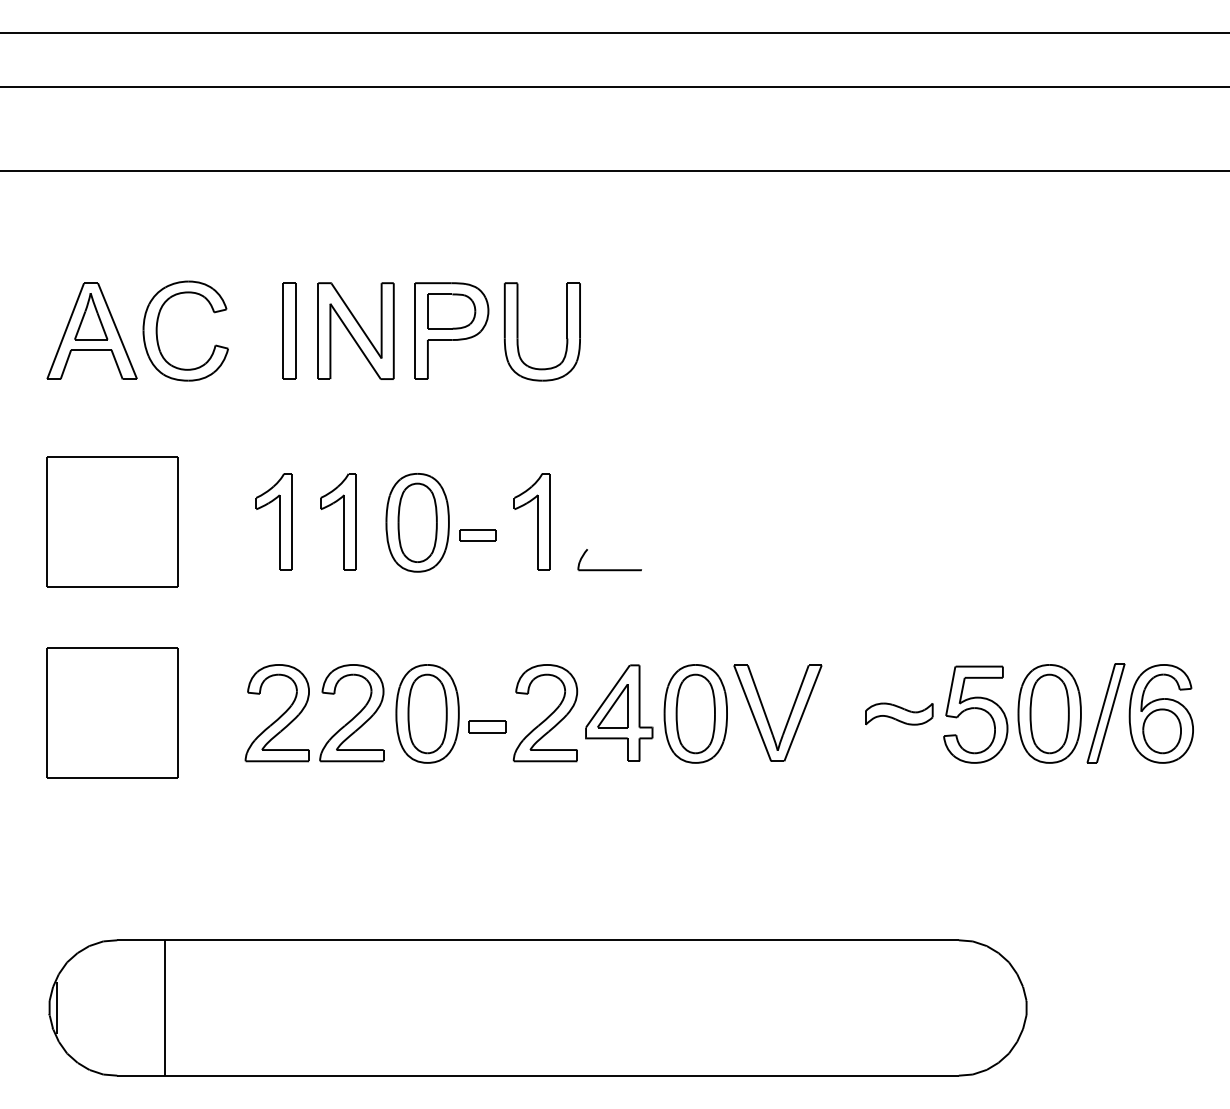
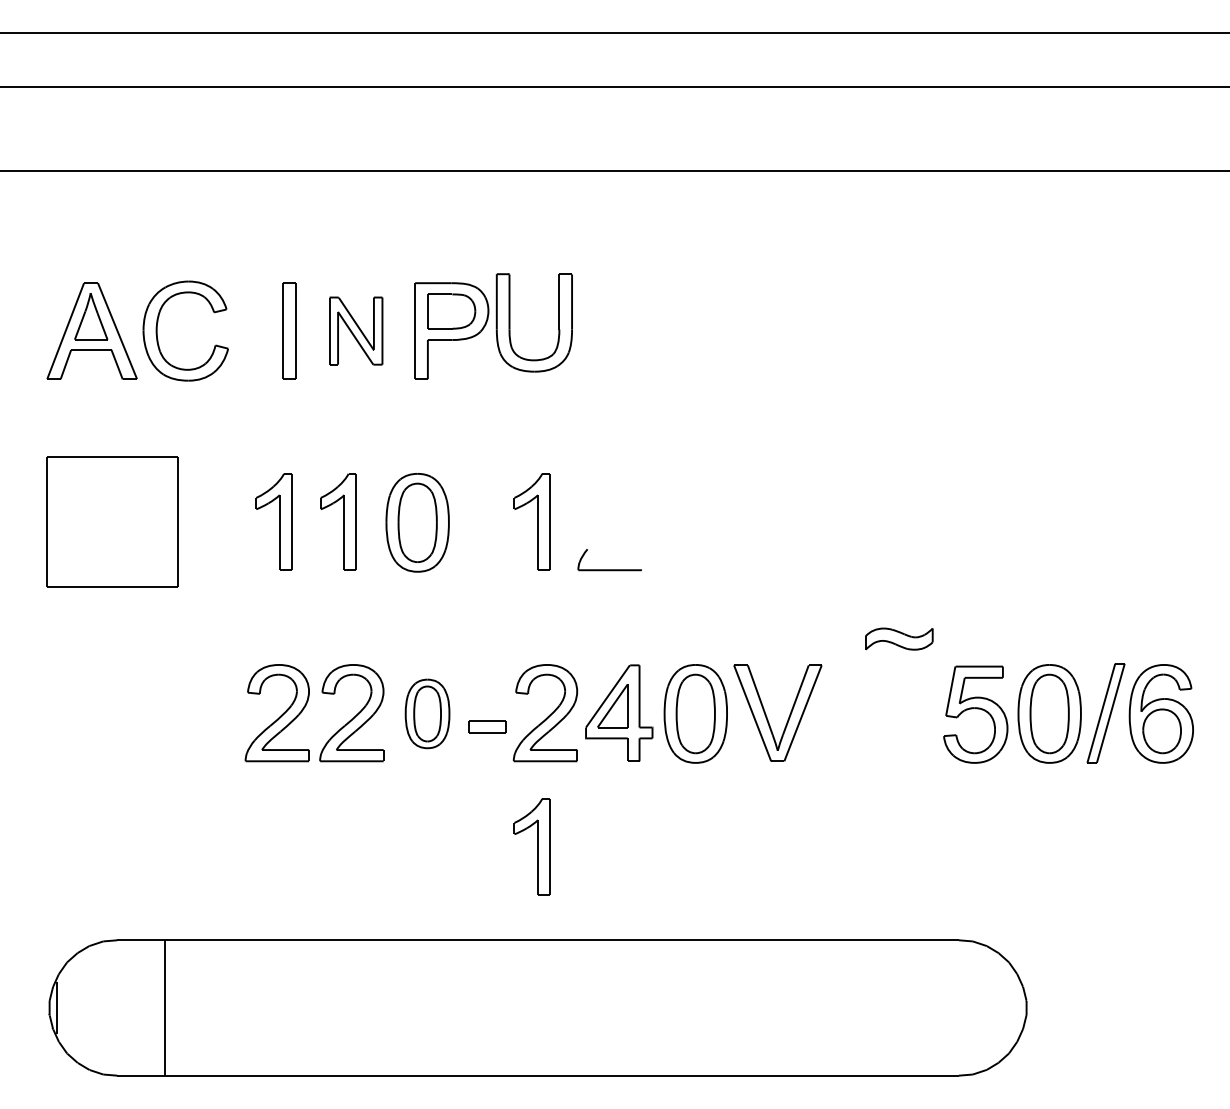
part at (355, 330) size: 78x98 px -> 55x70 px
part at (518, 331) position: (518, 331) -> (510, 322)
part at (477, 535): present -> none
part at (112, 712): present -> none
part at (427, 713) size: 65x100 px -> 47x72 px
part at (899, 713) position: (899, 713) -> (899, 638)
part at (531, 846): none -> present
